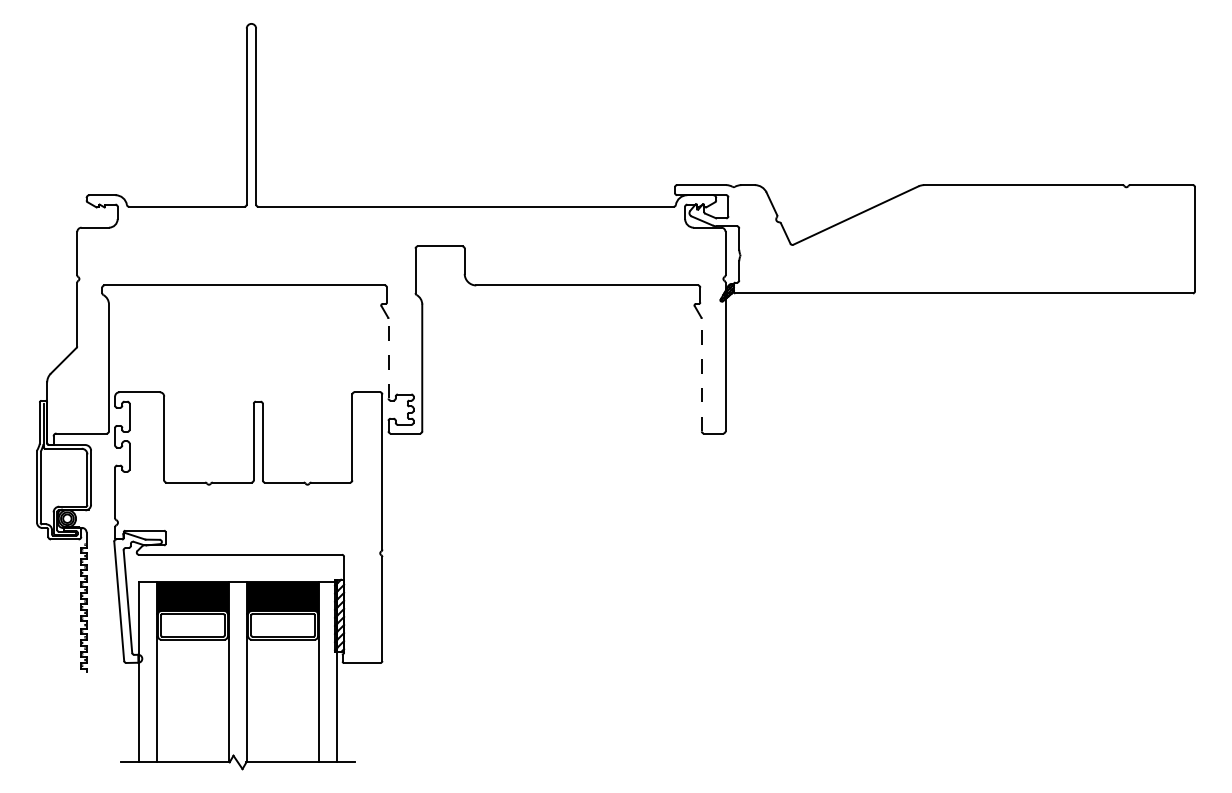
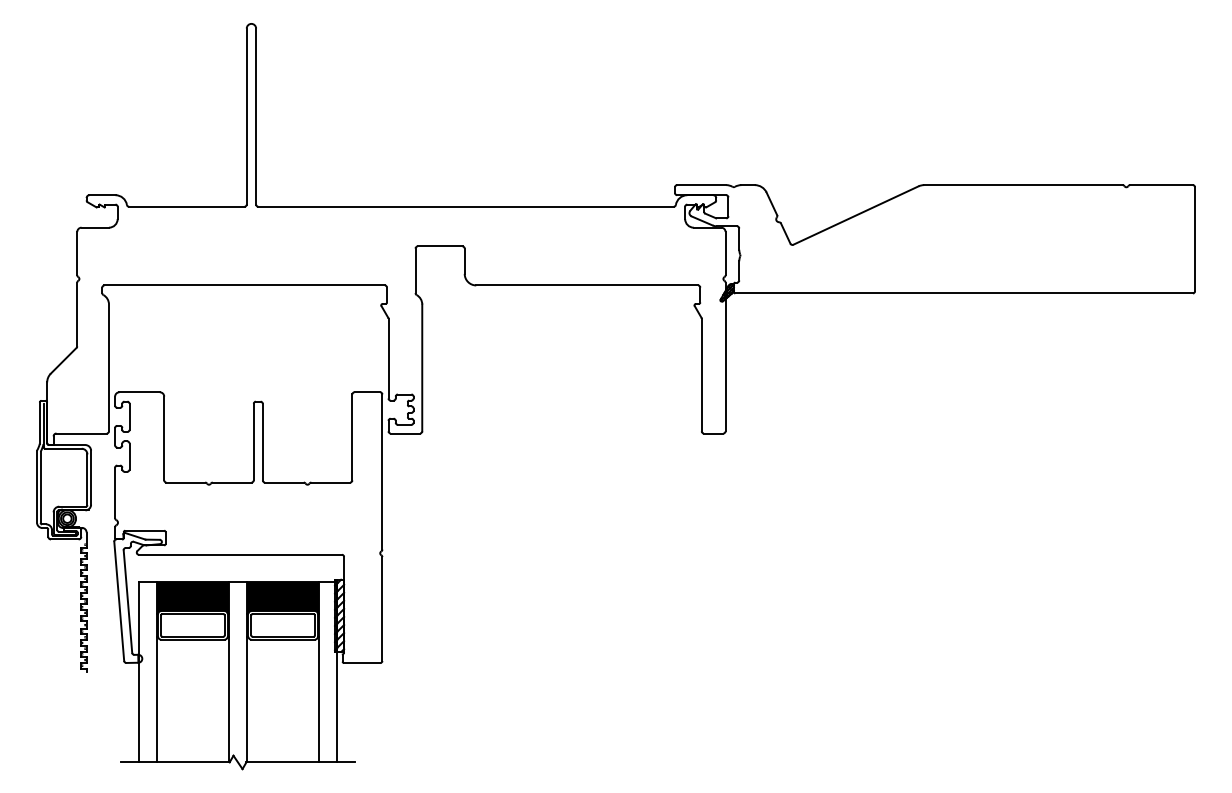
line at (388, 358): dashed -> solid
line at (701, 374): dashed -> solid
